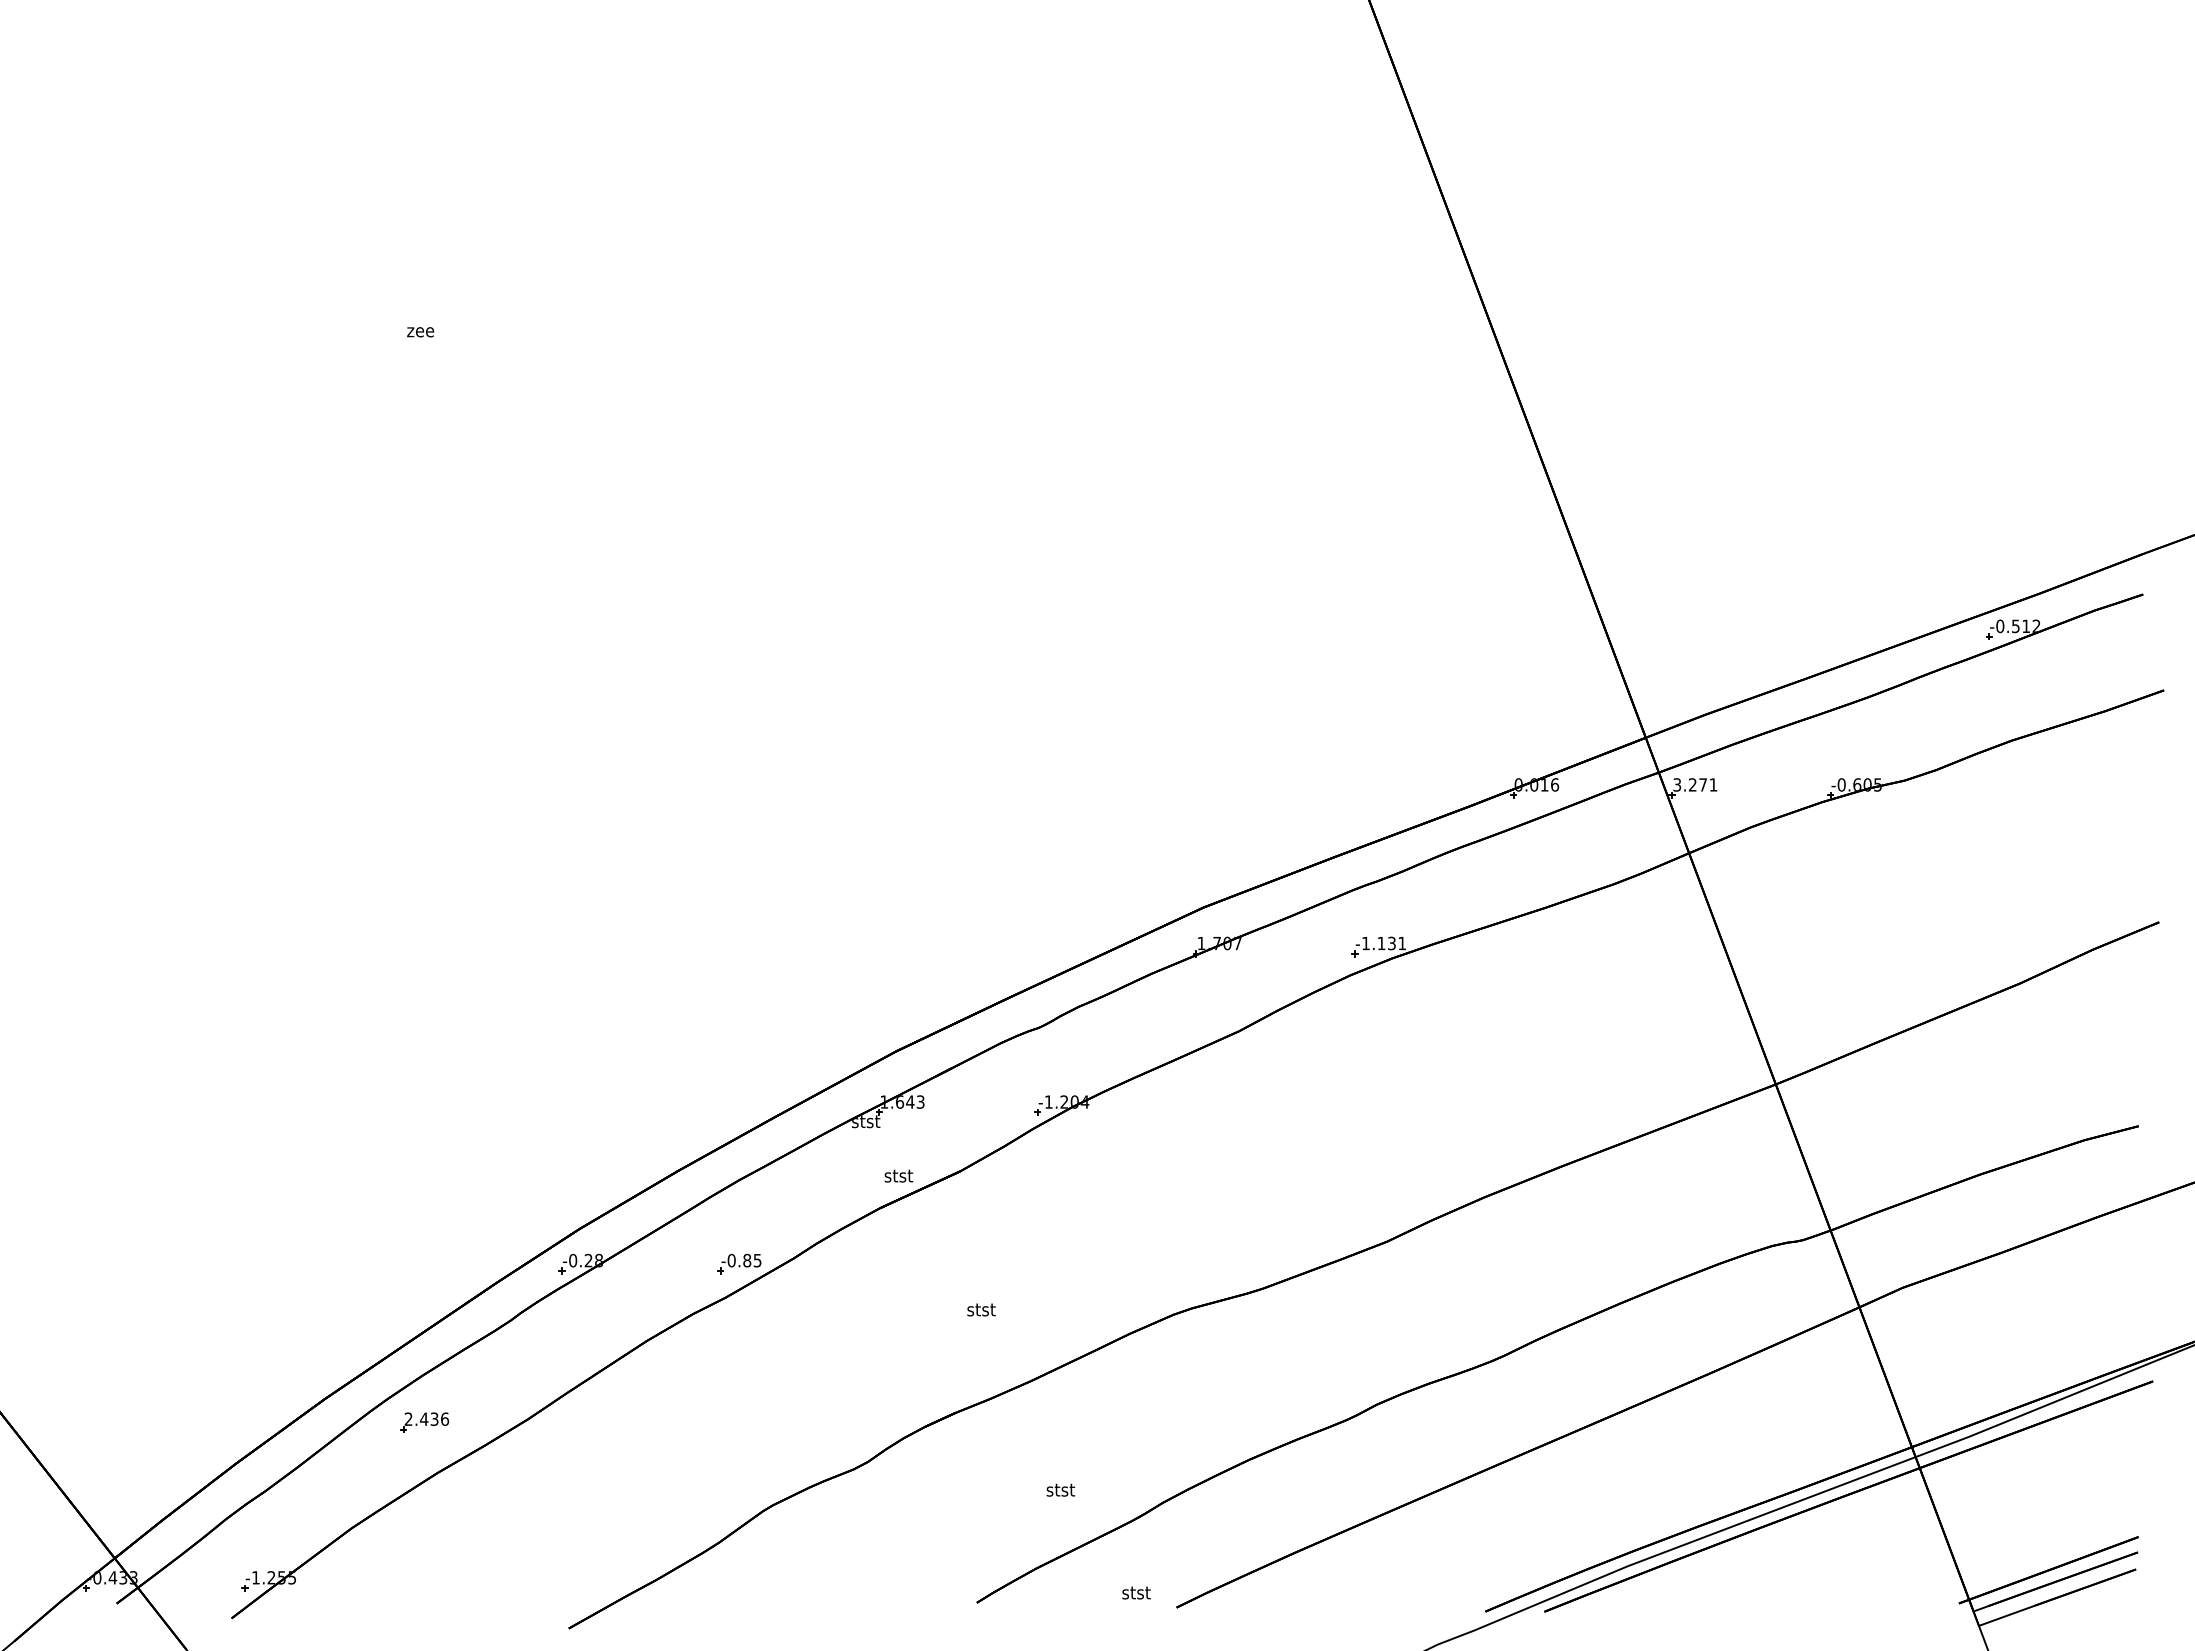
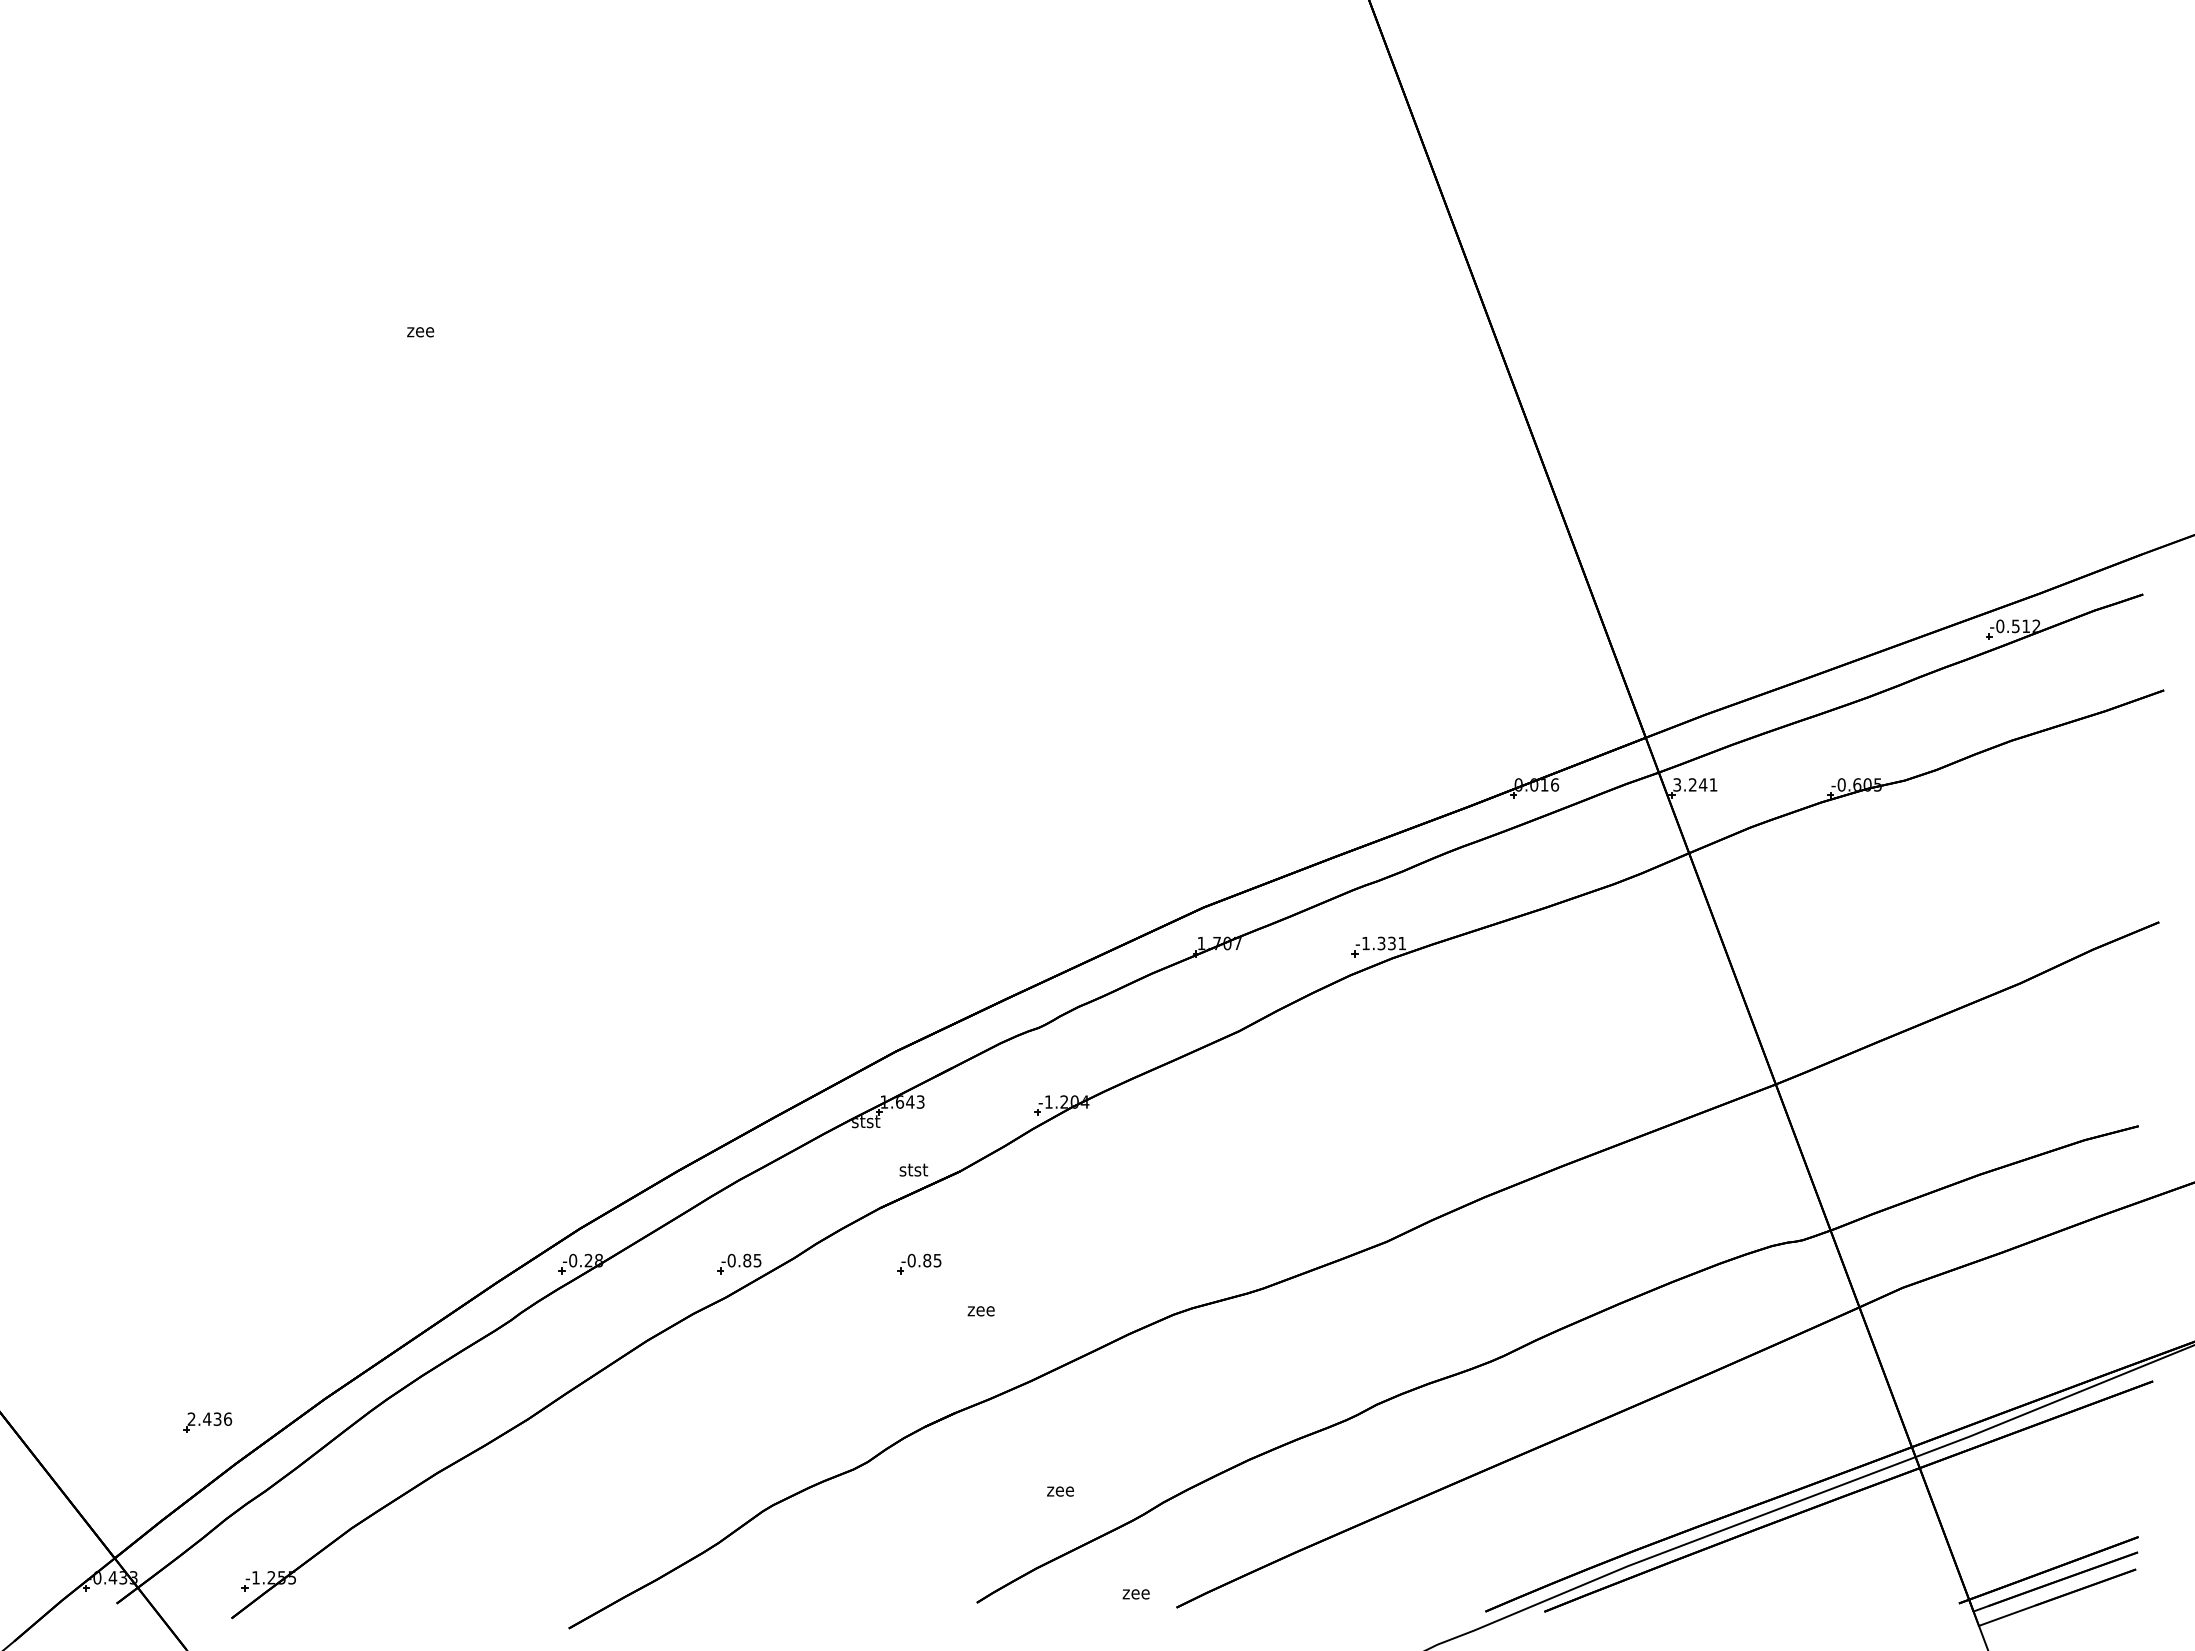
text at (1702, 784): 3.271 -> 3.241
text at (1381, 943): -1.131 -> -1.331
text at (898, 1175) position: (898, 1175) -> (913, 1169)
part at (919, 1263): none -> present
text at (981, 1309): stst -> zee
part at (424, 1422) position: (424, 1422) -> (207, 1422)
text at (1060, 1489): stst -> zee
text at (1136, 1592): stst -> zee
